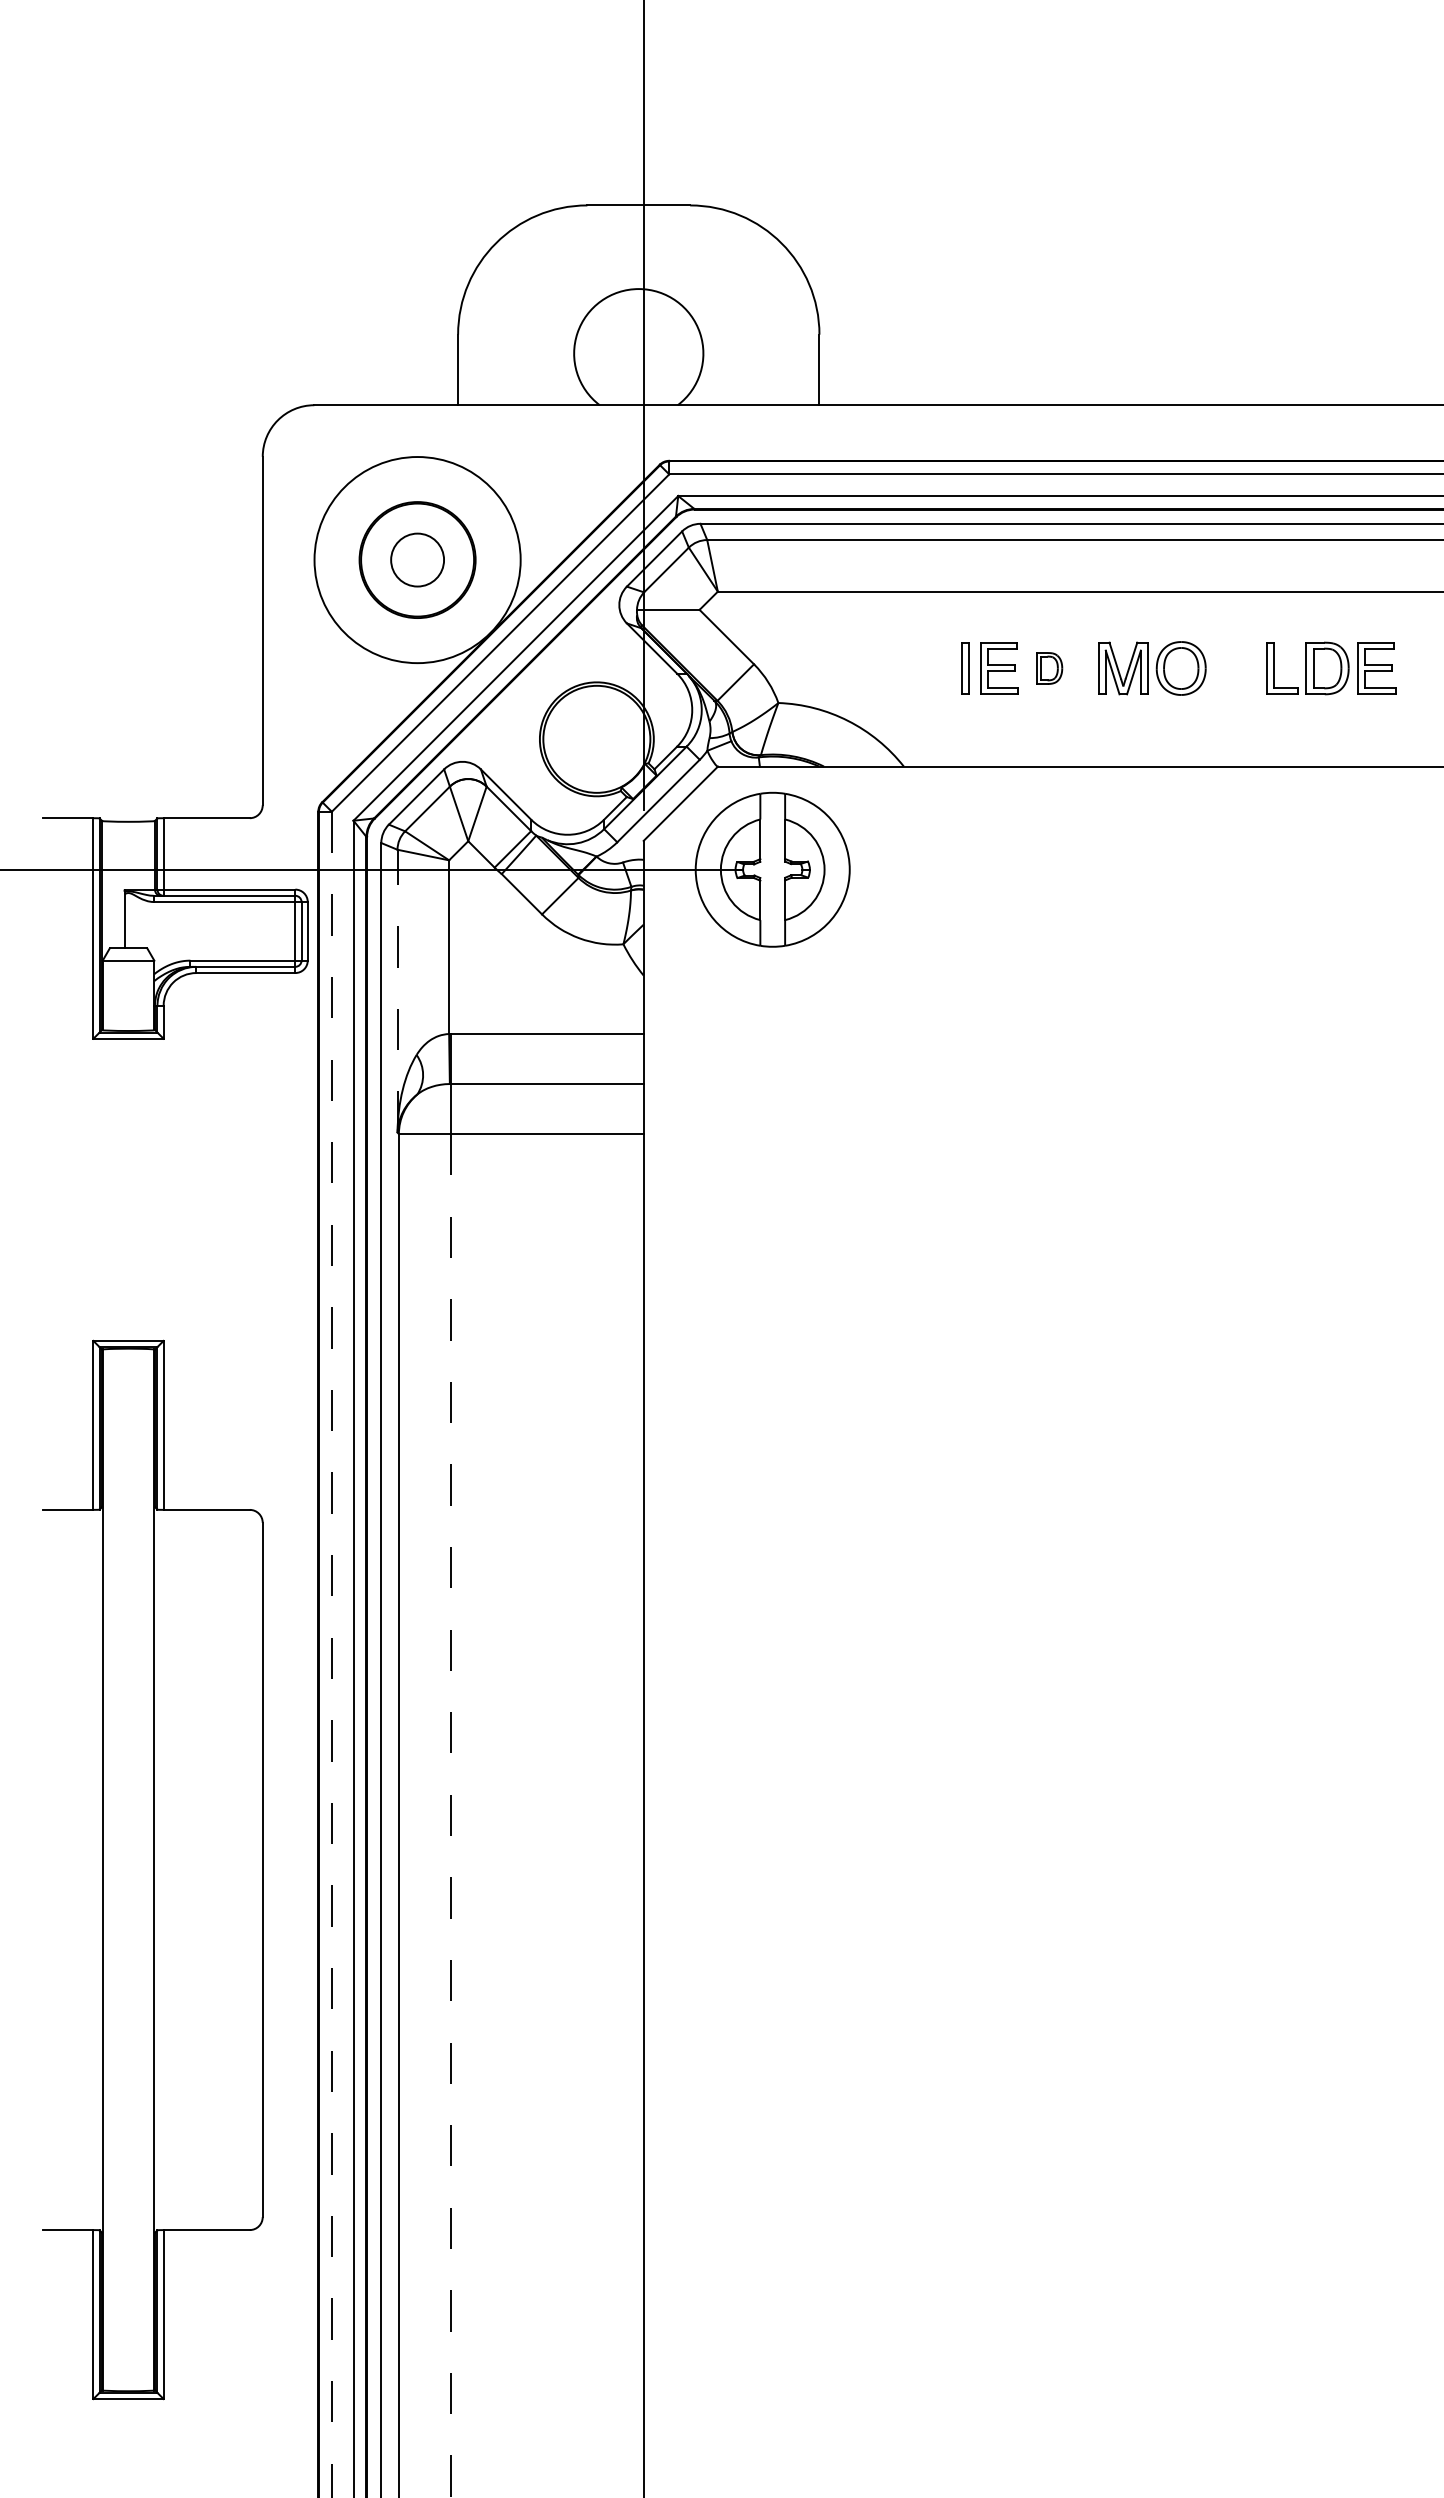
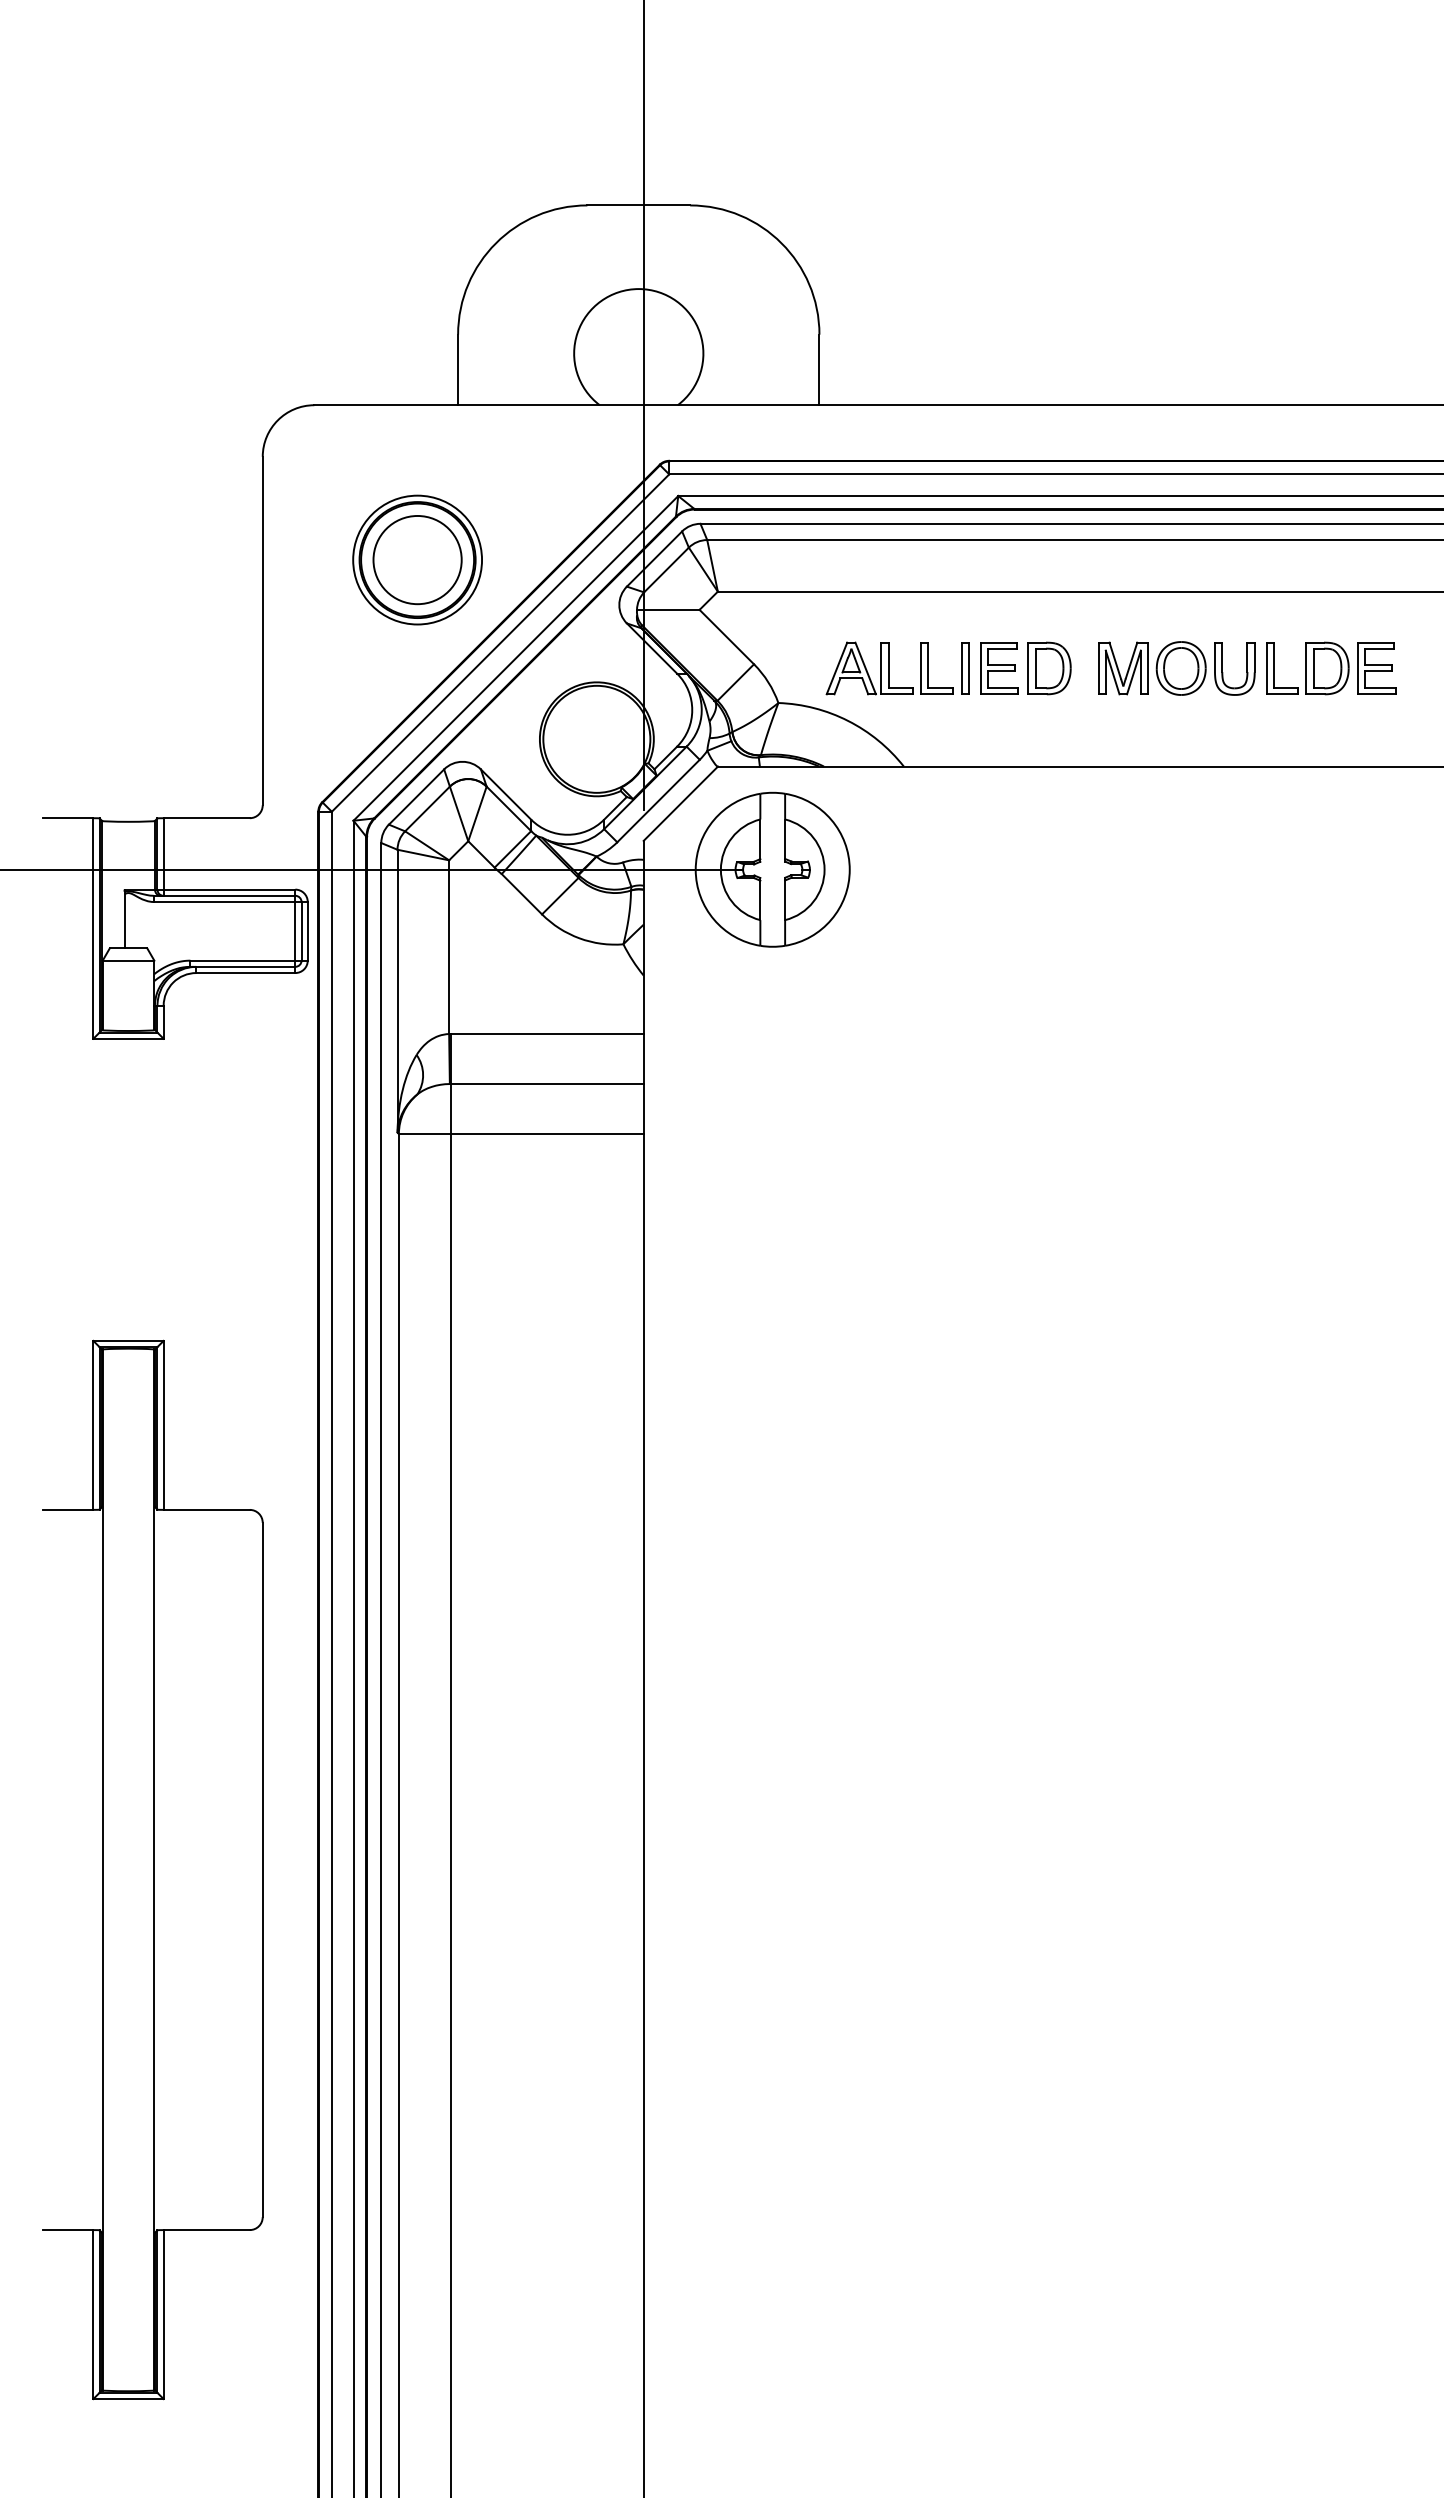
circle at (417, 559) diameter: 53 px -> 88 px
circle at (417, 560) diameter: 206 px -> 129 px
part at (889, 668): none -> present
part at (1049, 668) size: 28x33 px -> 45x55 px
part at (1223, 672): none -> present
line at (397, 990): dashed -> solid
line at (331, 1654): dashed -> solid
line at (450, 1815): dashed -> solid
